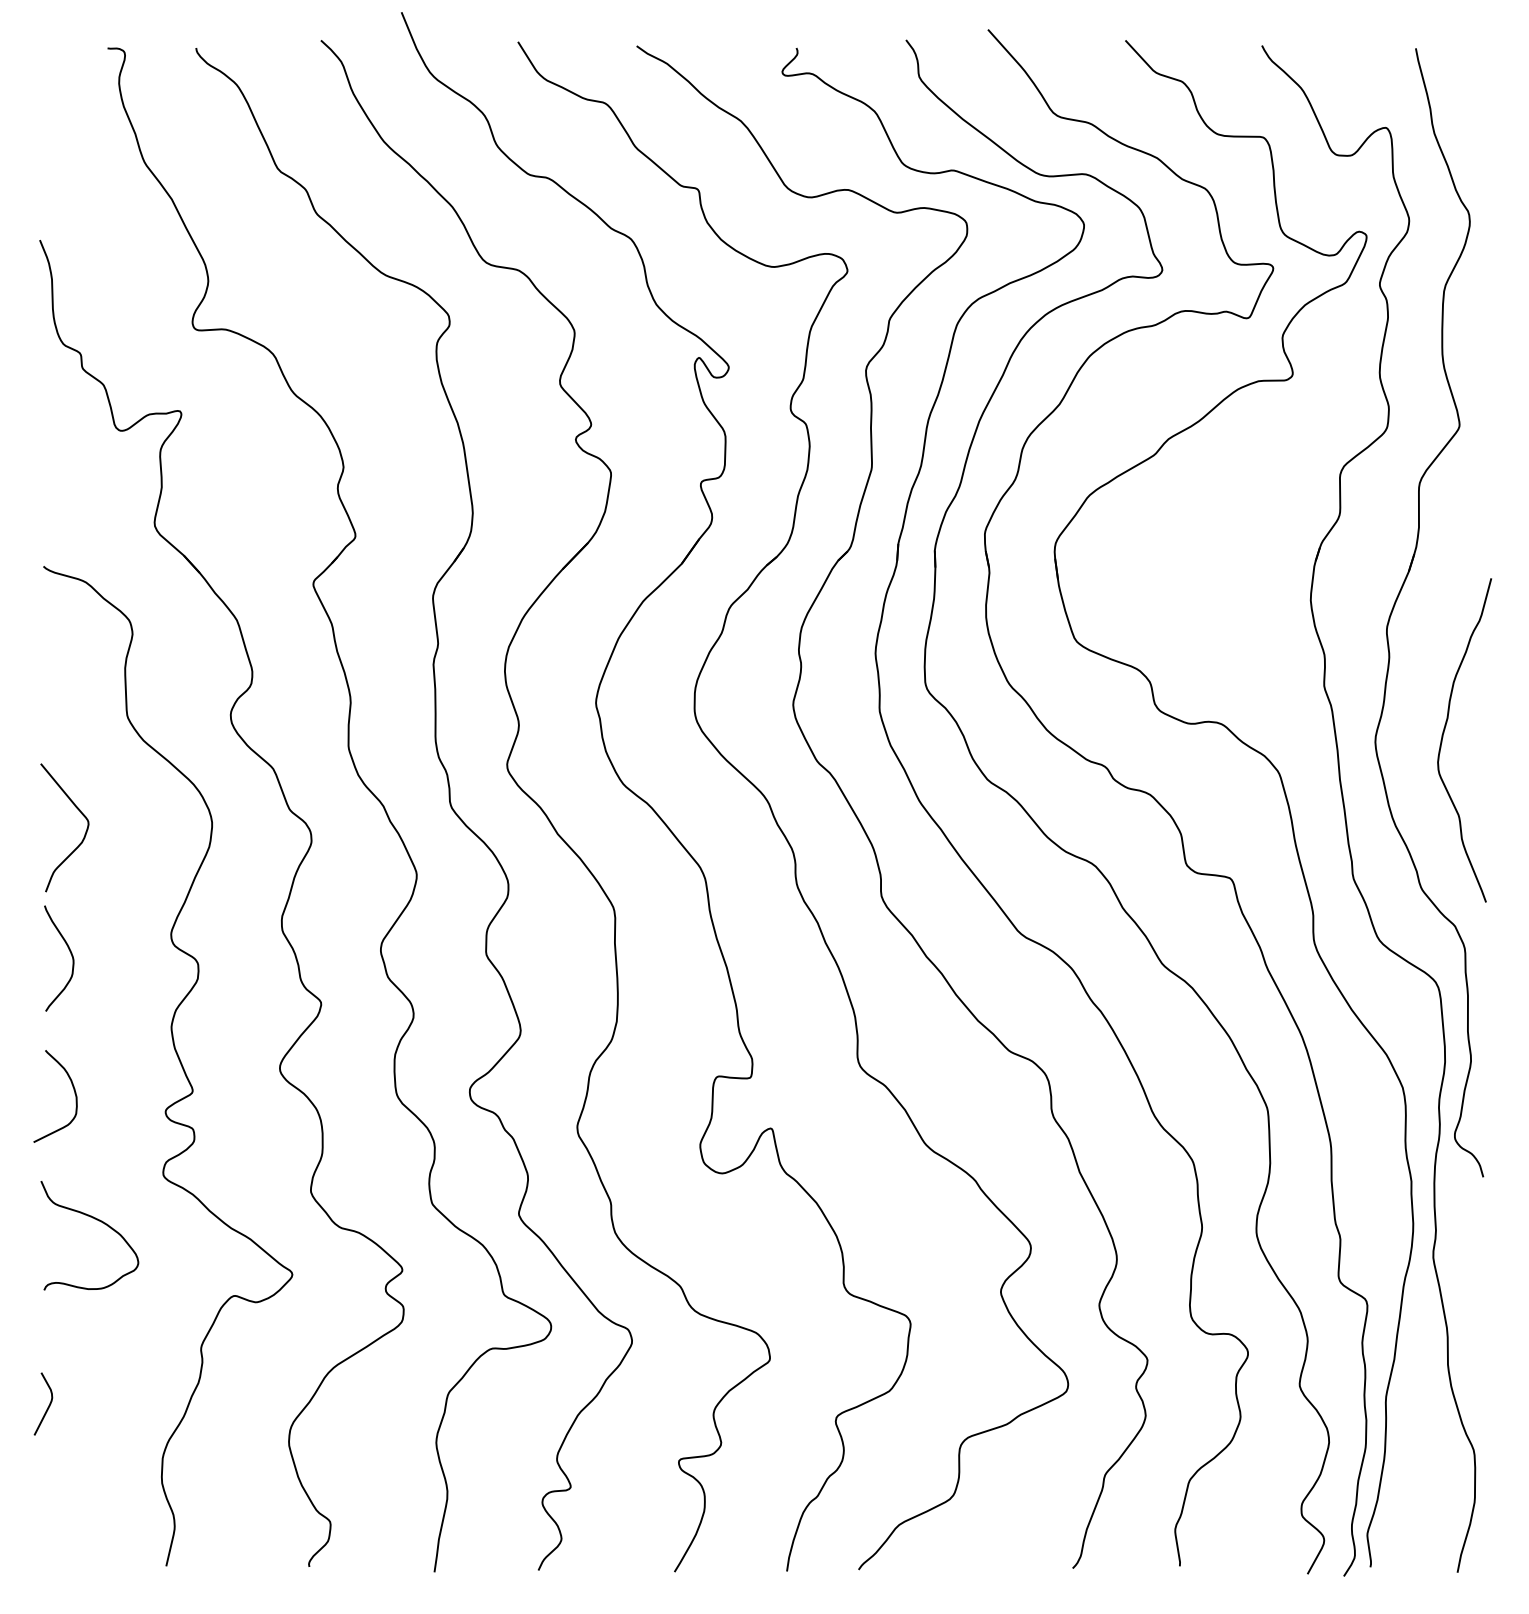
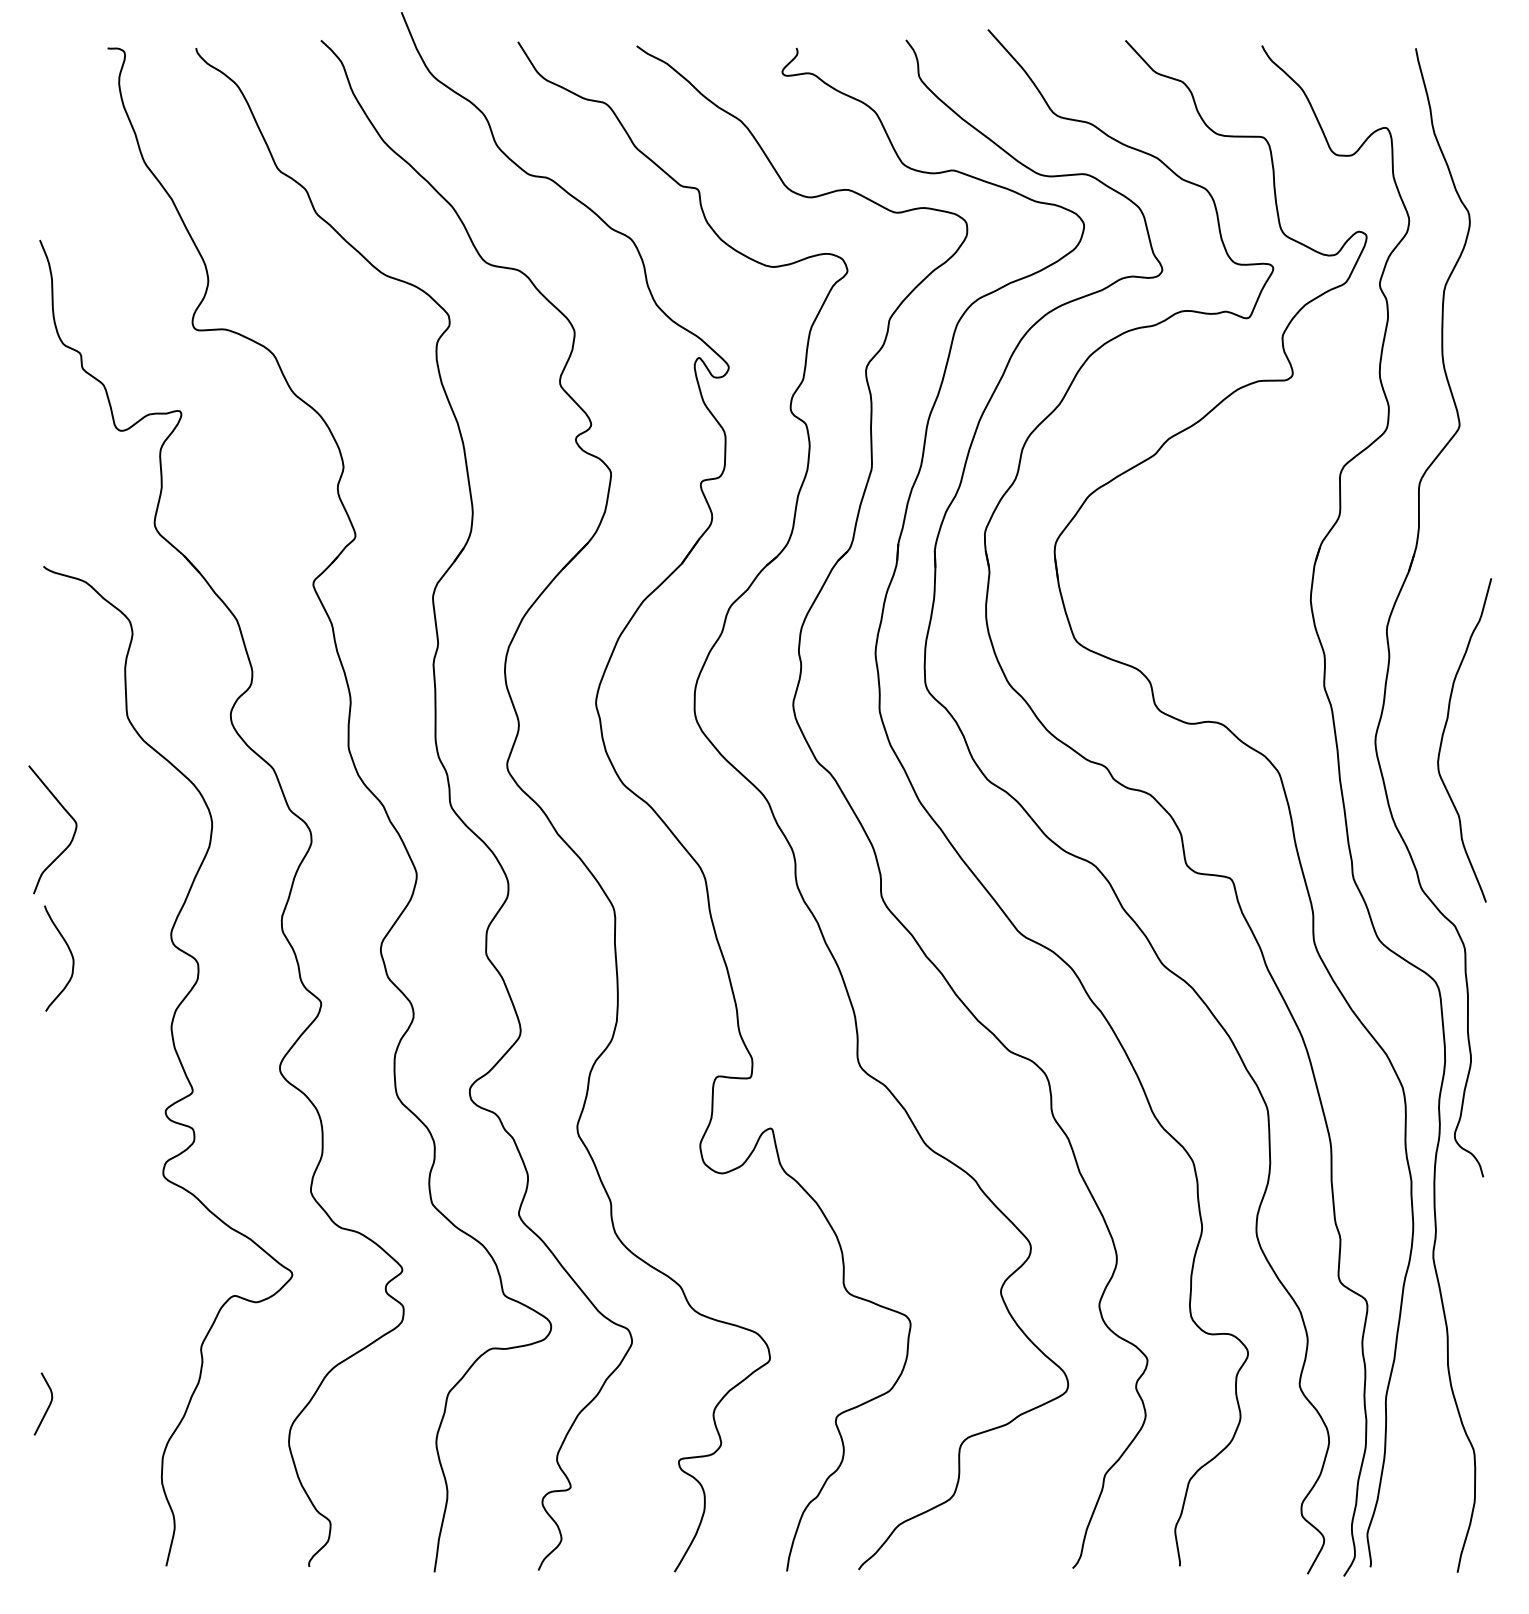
curve at (84, 834) position: (84, 834) -> (72, 836)
curve at (73, 1090): present -> none
curve at (96, 1220): present -> none
